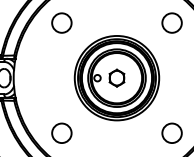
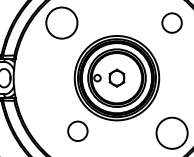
circle at (61, 22) diameter: 19 px -> 31 px
circle at (61, 132) position: (61, 132) -> (77, 130)
circle at (171, 133) diameter: 19 px -> 31 px
